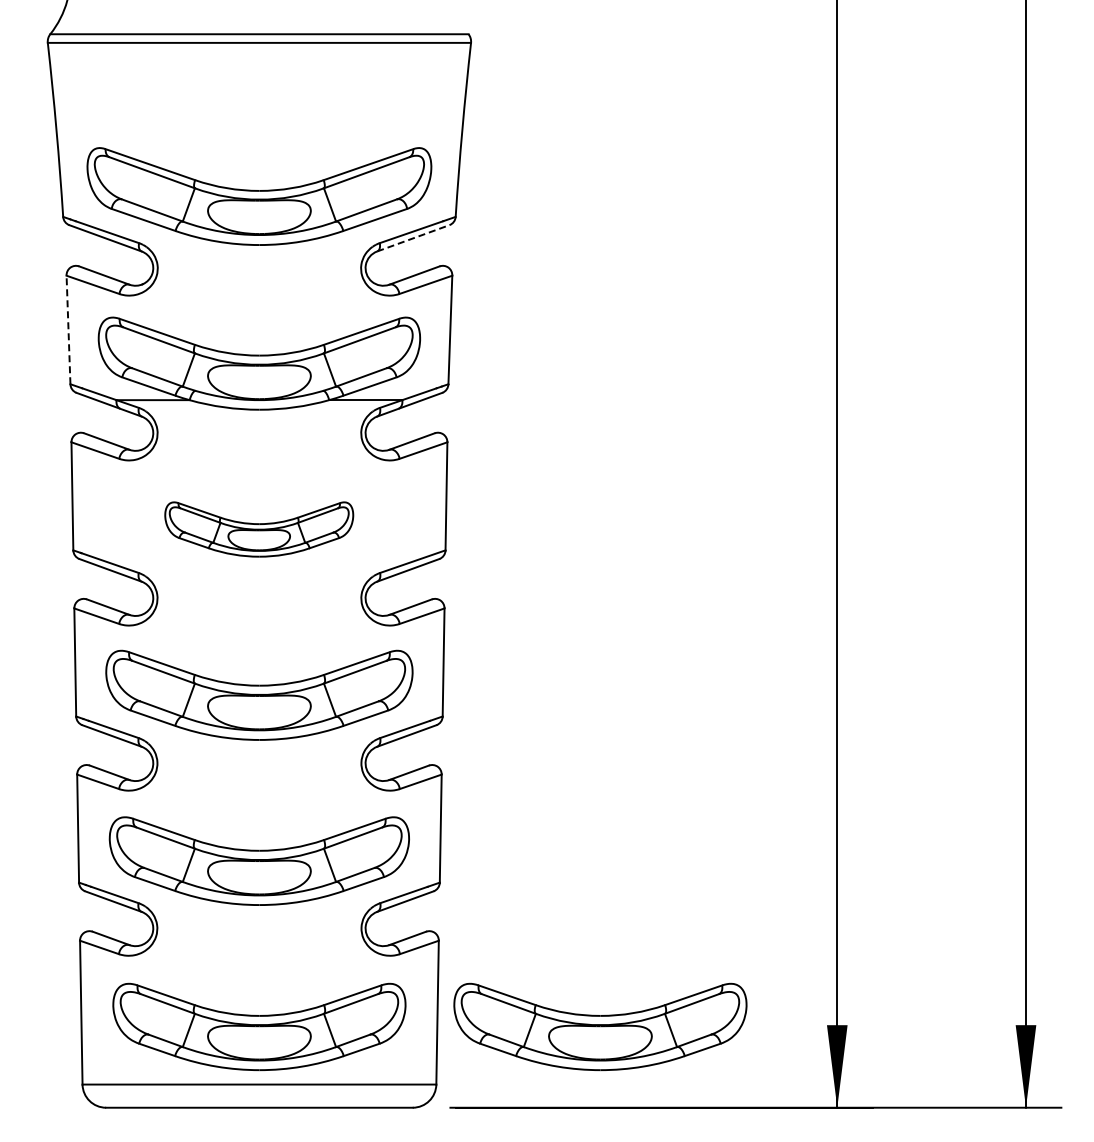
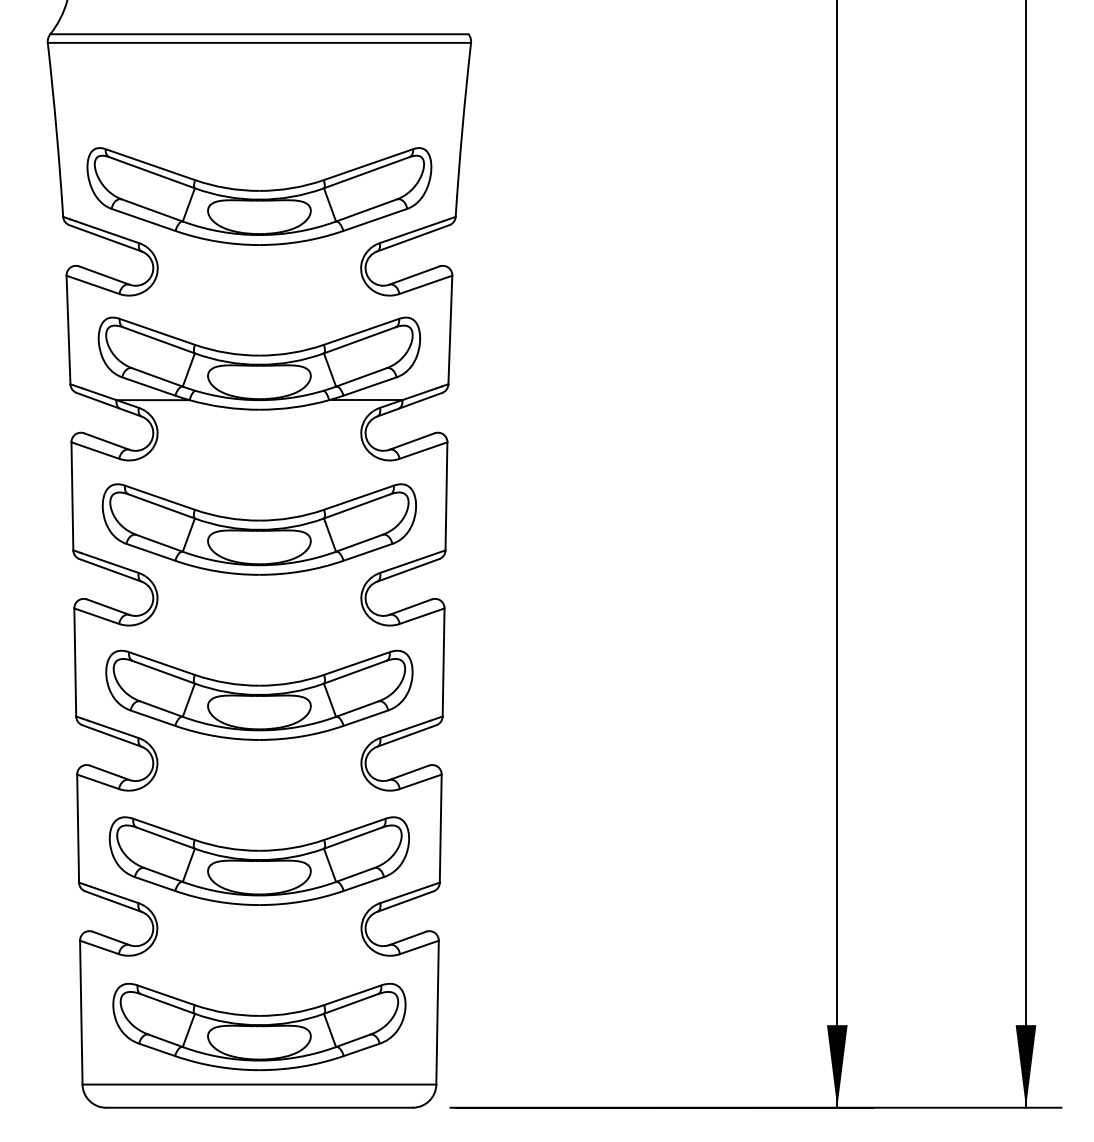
line at (413, 238): dashed -> solid
line at (68, 329): dashed -> solid
part at (259, 529) size: 191x57 px -> 316x93 px
part at (600, 1026): present -> none
